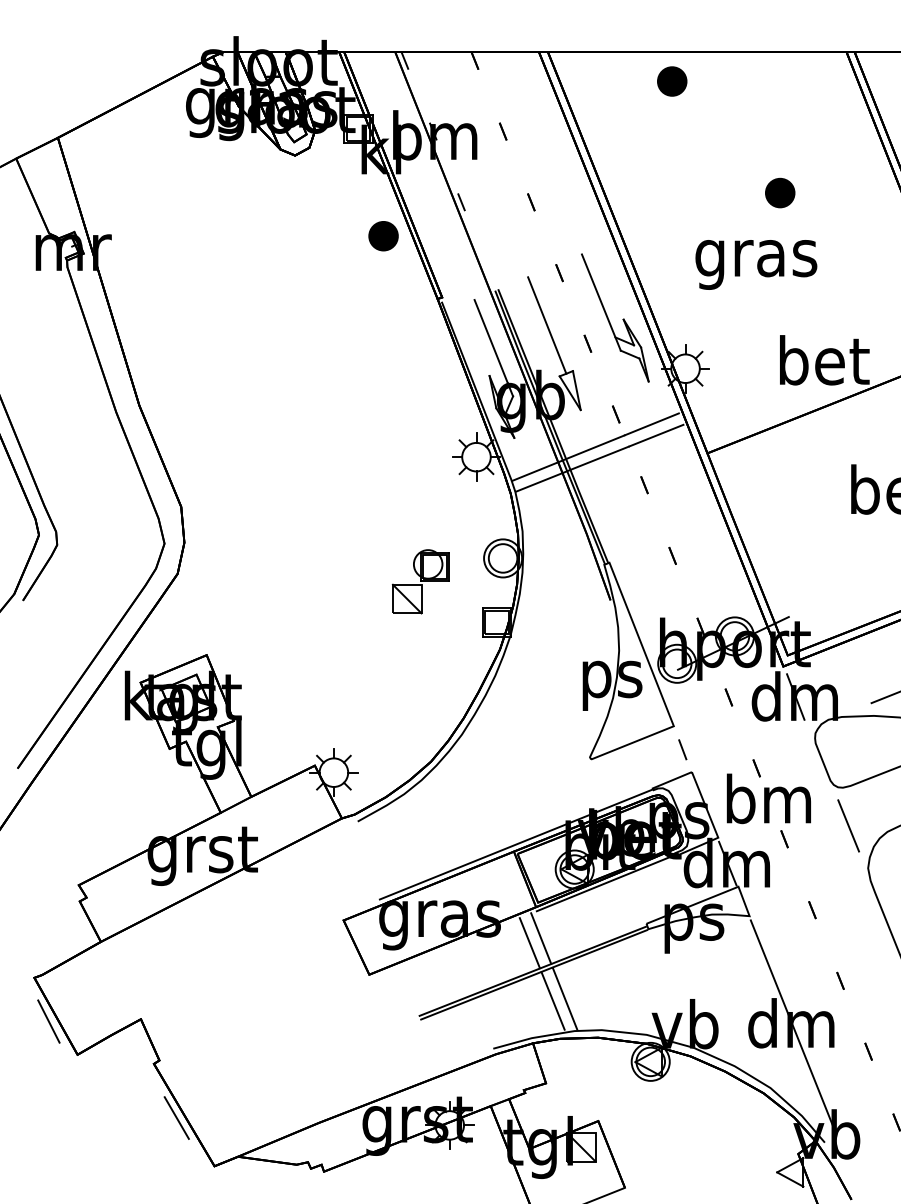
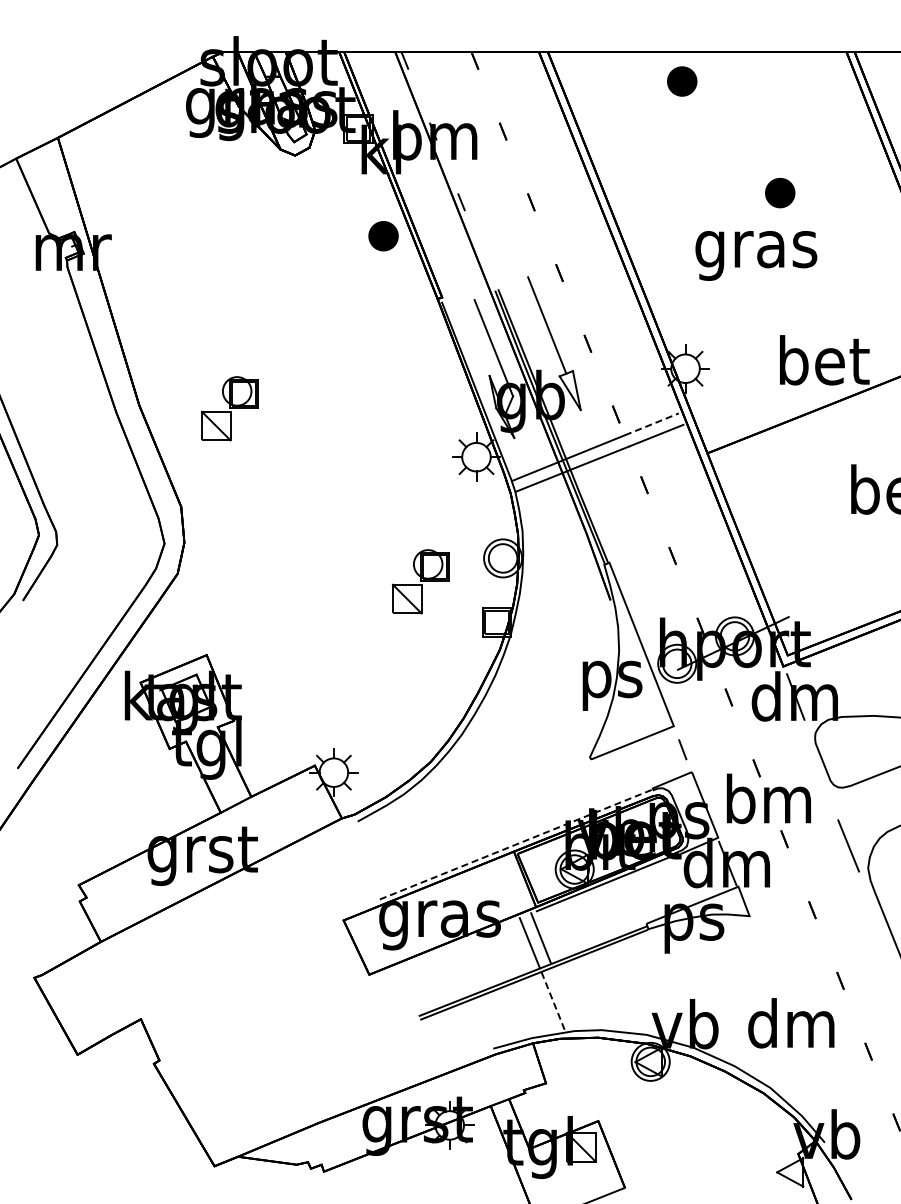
part at (672, 81) position: (672, 81) -> (682, 81)
text at (756, 264) position: (756, 264) -> (756, 255)
part at (609, 319): present -> none
part at (229, 408): none -> present
line at (652, 424): solid -> dashed
line at (883, 697): present -> none
line at (848, 825) position: (848, 825) -> (848, 845)
line at (516, 844): solid -> dashed
line at (564, 998): present -> none
line at (553, 1000): solid -> dashed
line at (48, 1021): present -> none
line at (791, 1023): present -> none
line at (176, 1117): present -> none
